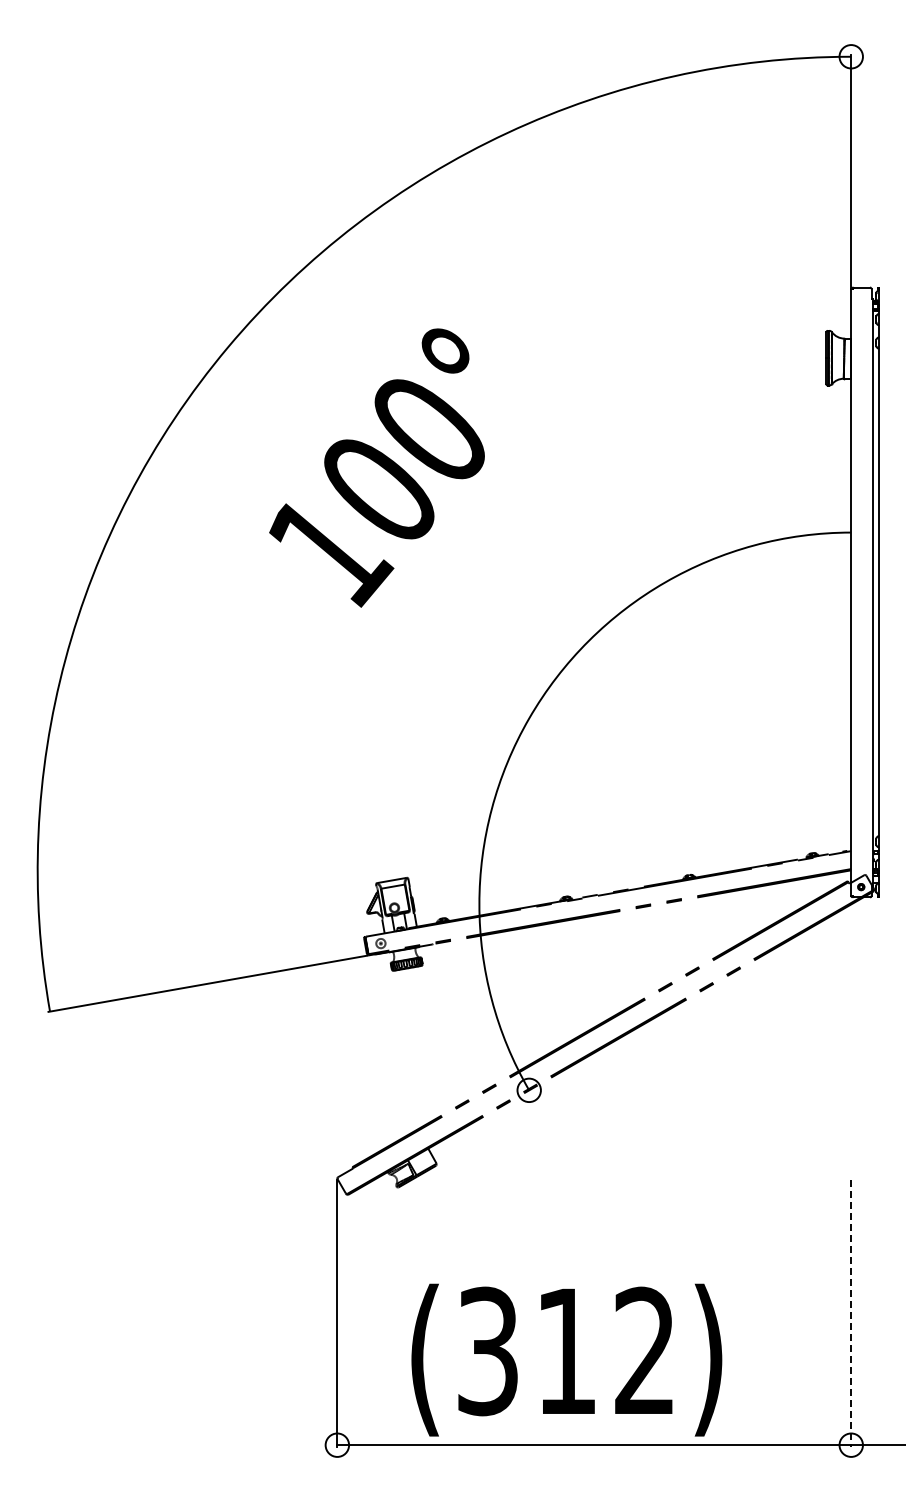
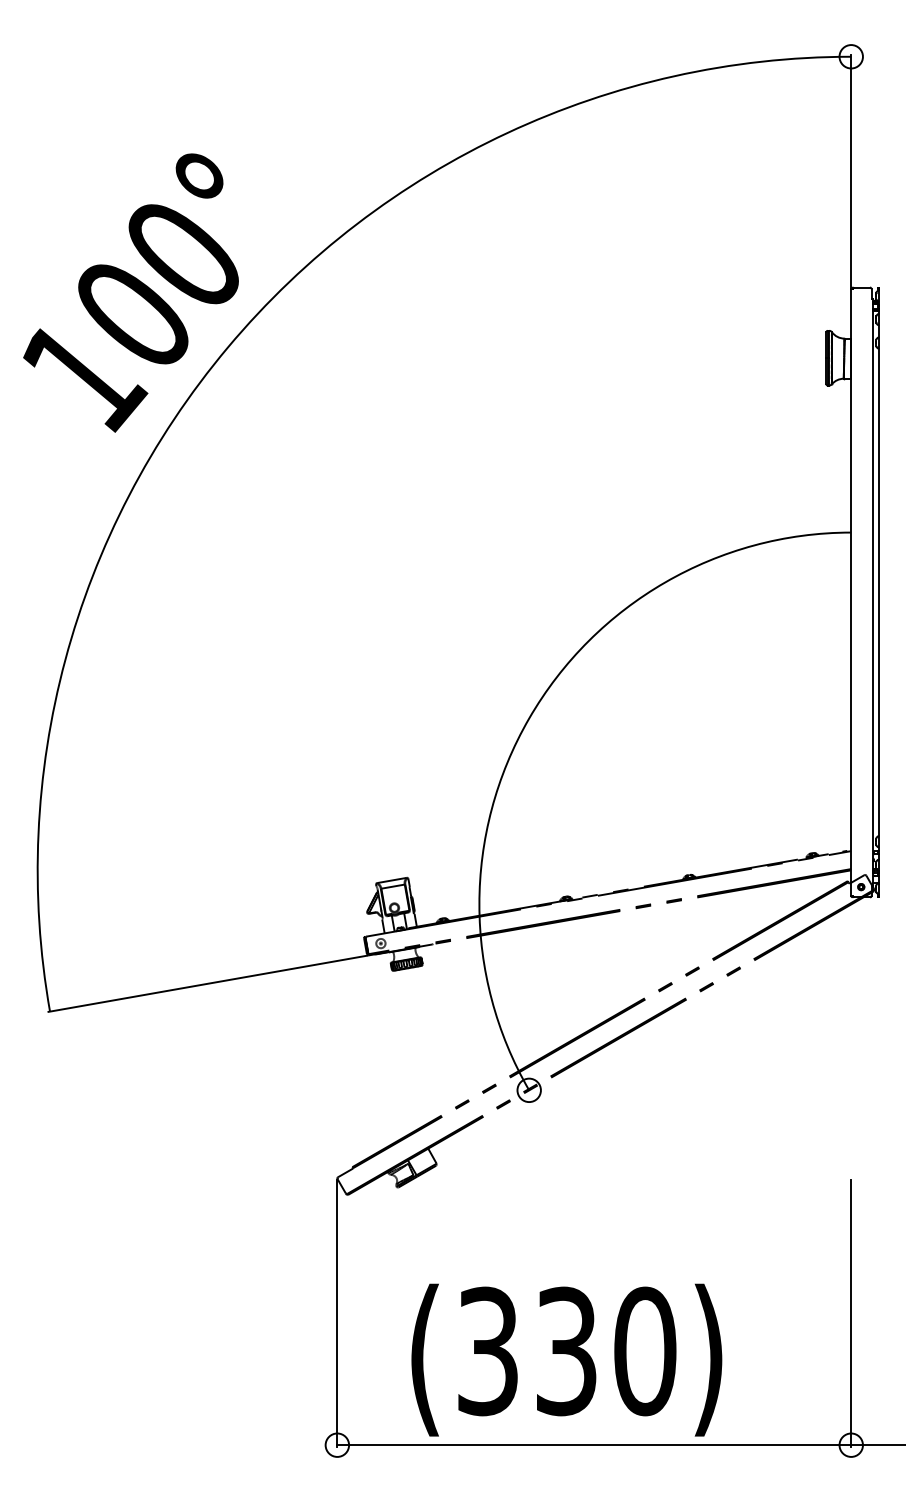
text at (376, 467) position: (376, 467) -> (130, 292)
line at (851, 1313): dashed -> solid
text at (606, 1351): (312) -> (330)
